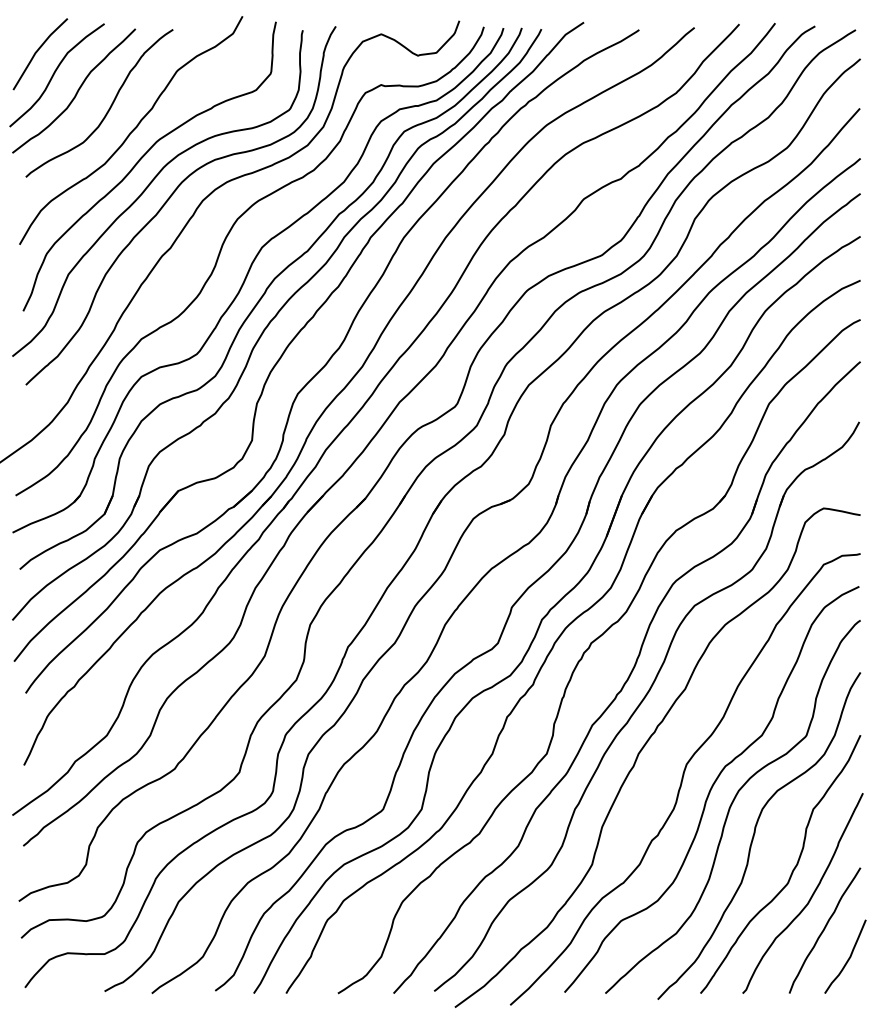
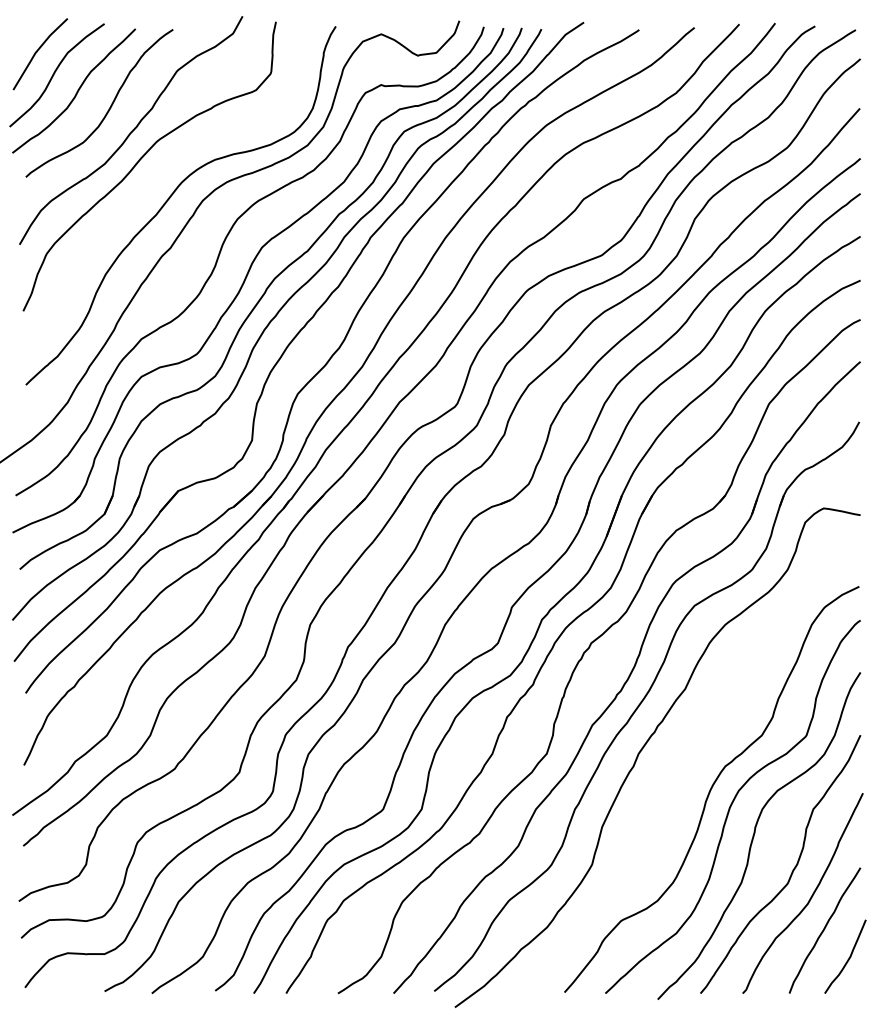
curve at (149, 186): present -> none
curve at (683, 779): present -> none
